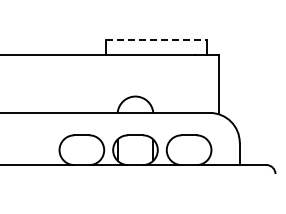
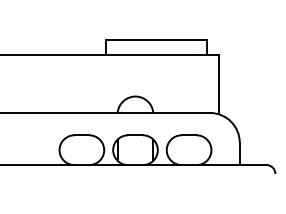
line at (156, 39): dashed -> solid
